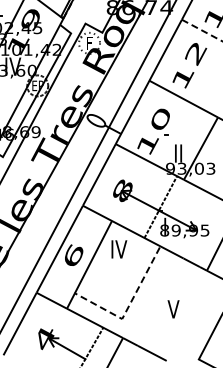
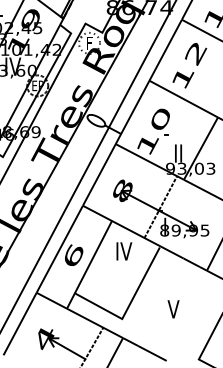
line at (202, 30): dashed -> solid
text at (119, 249) position: (119, 249) -> (124, 251)
line at (128, 307): dashed -> solid
